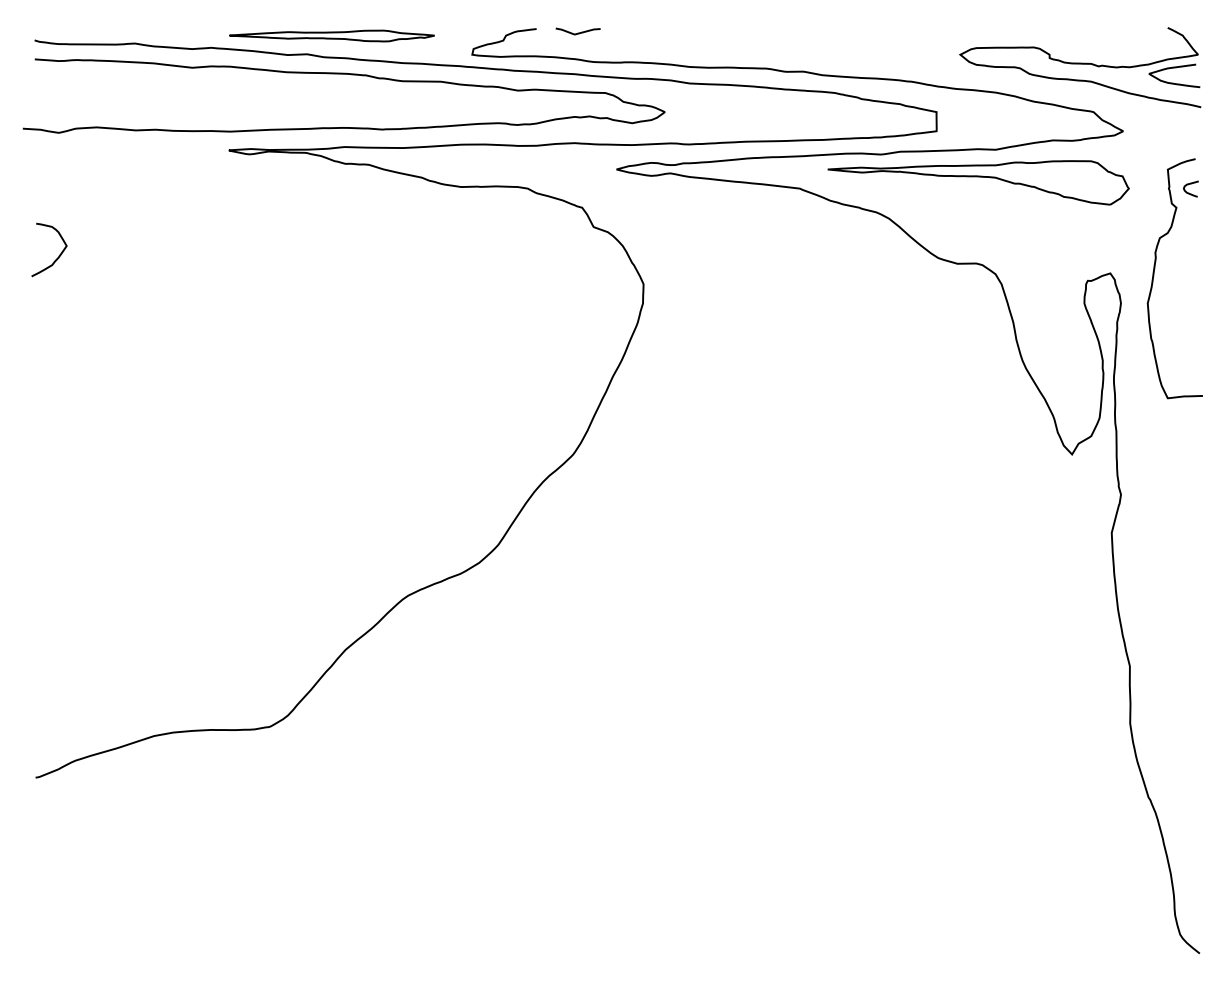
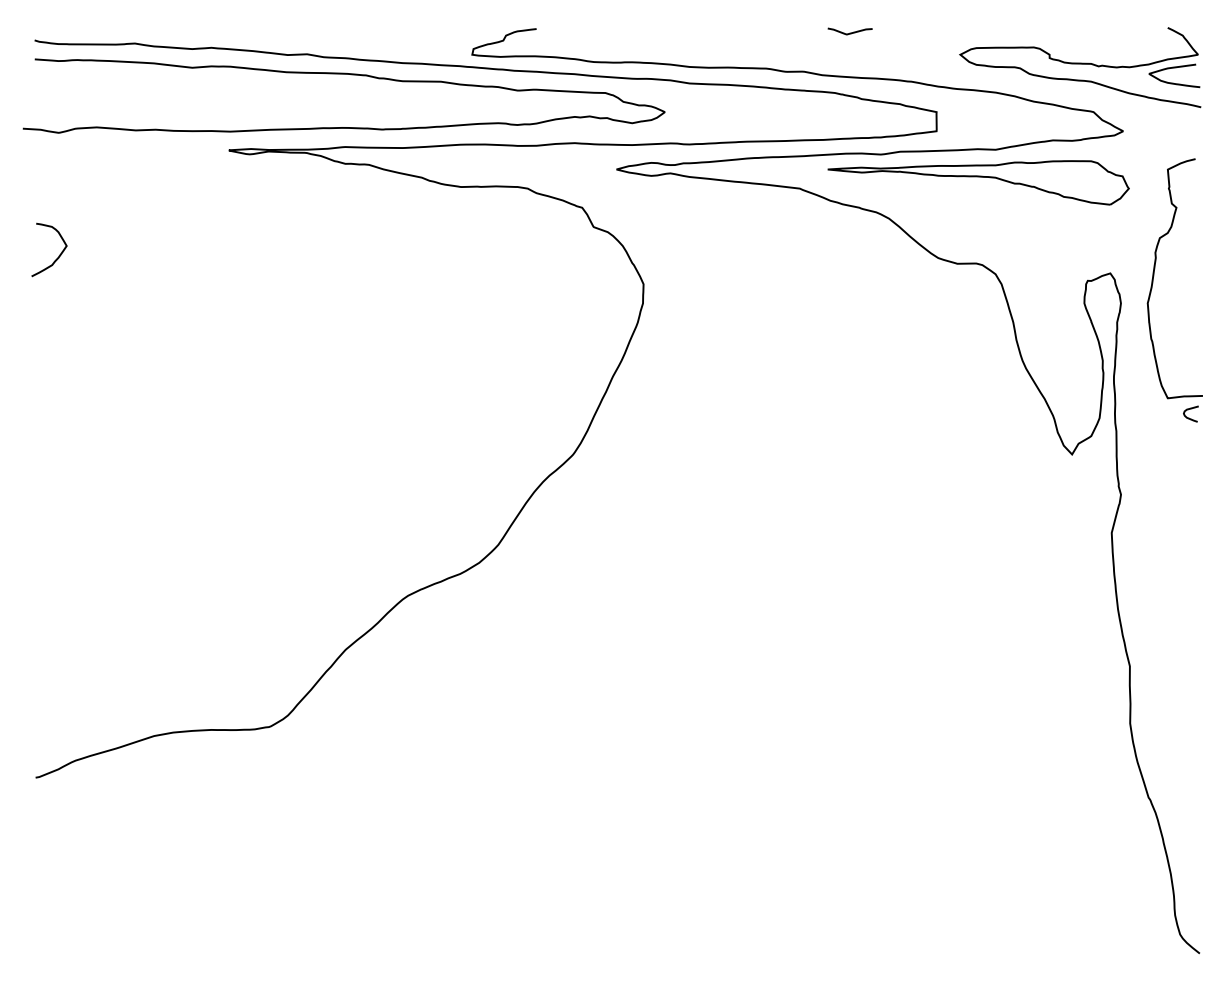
curve at (577, 32) position: (577, 32) -> (849, 32)
part at (331, 35): present -> none
curve at (1188, 185) position: (1188, 185) -> (1188, 410)
